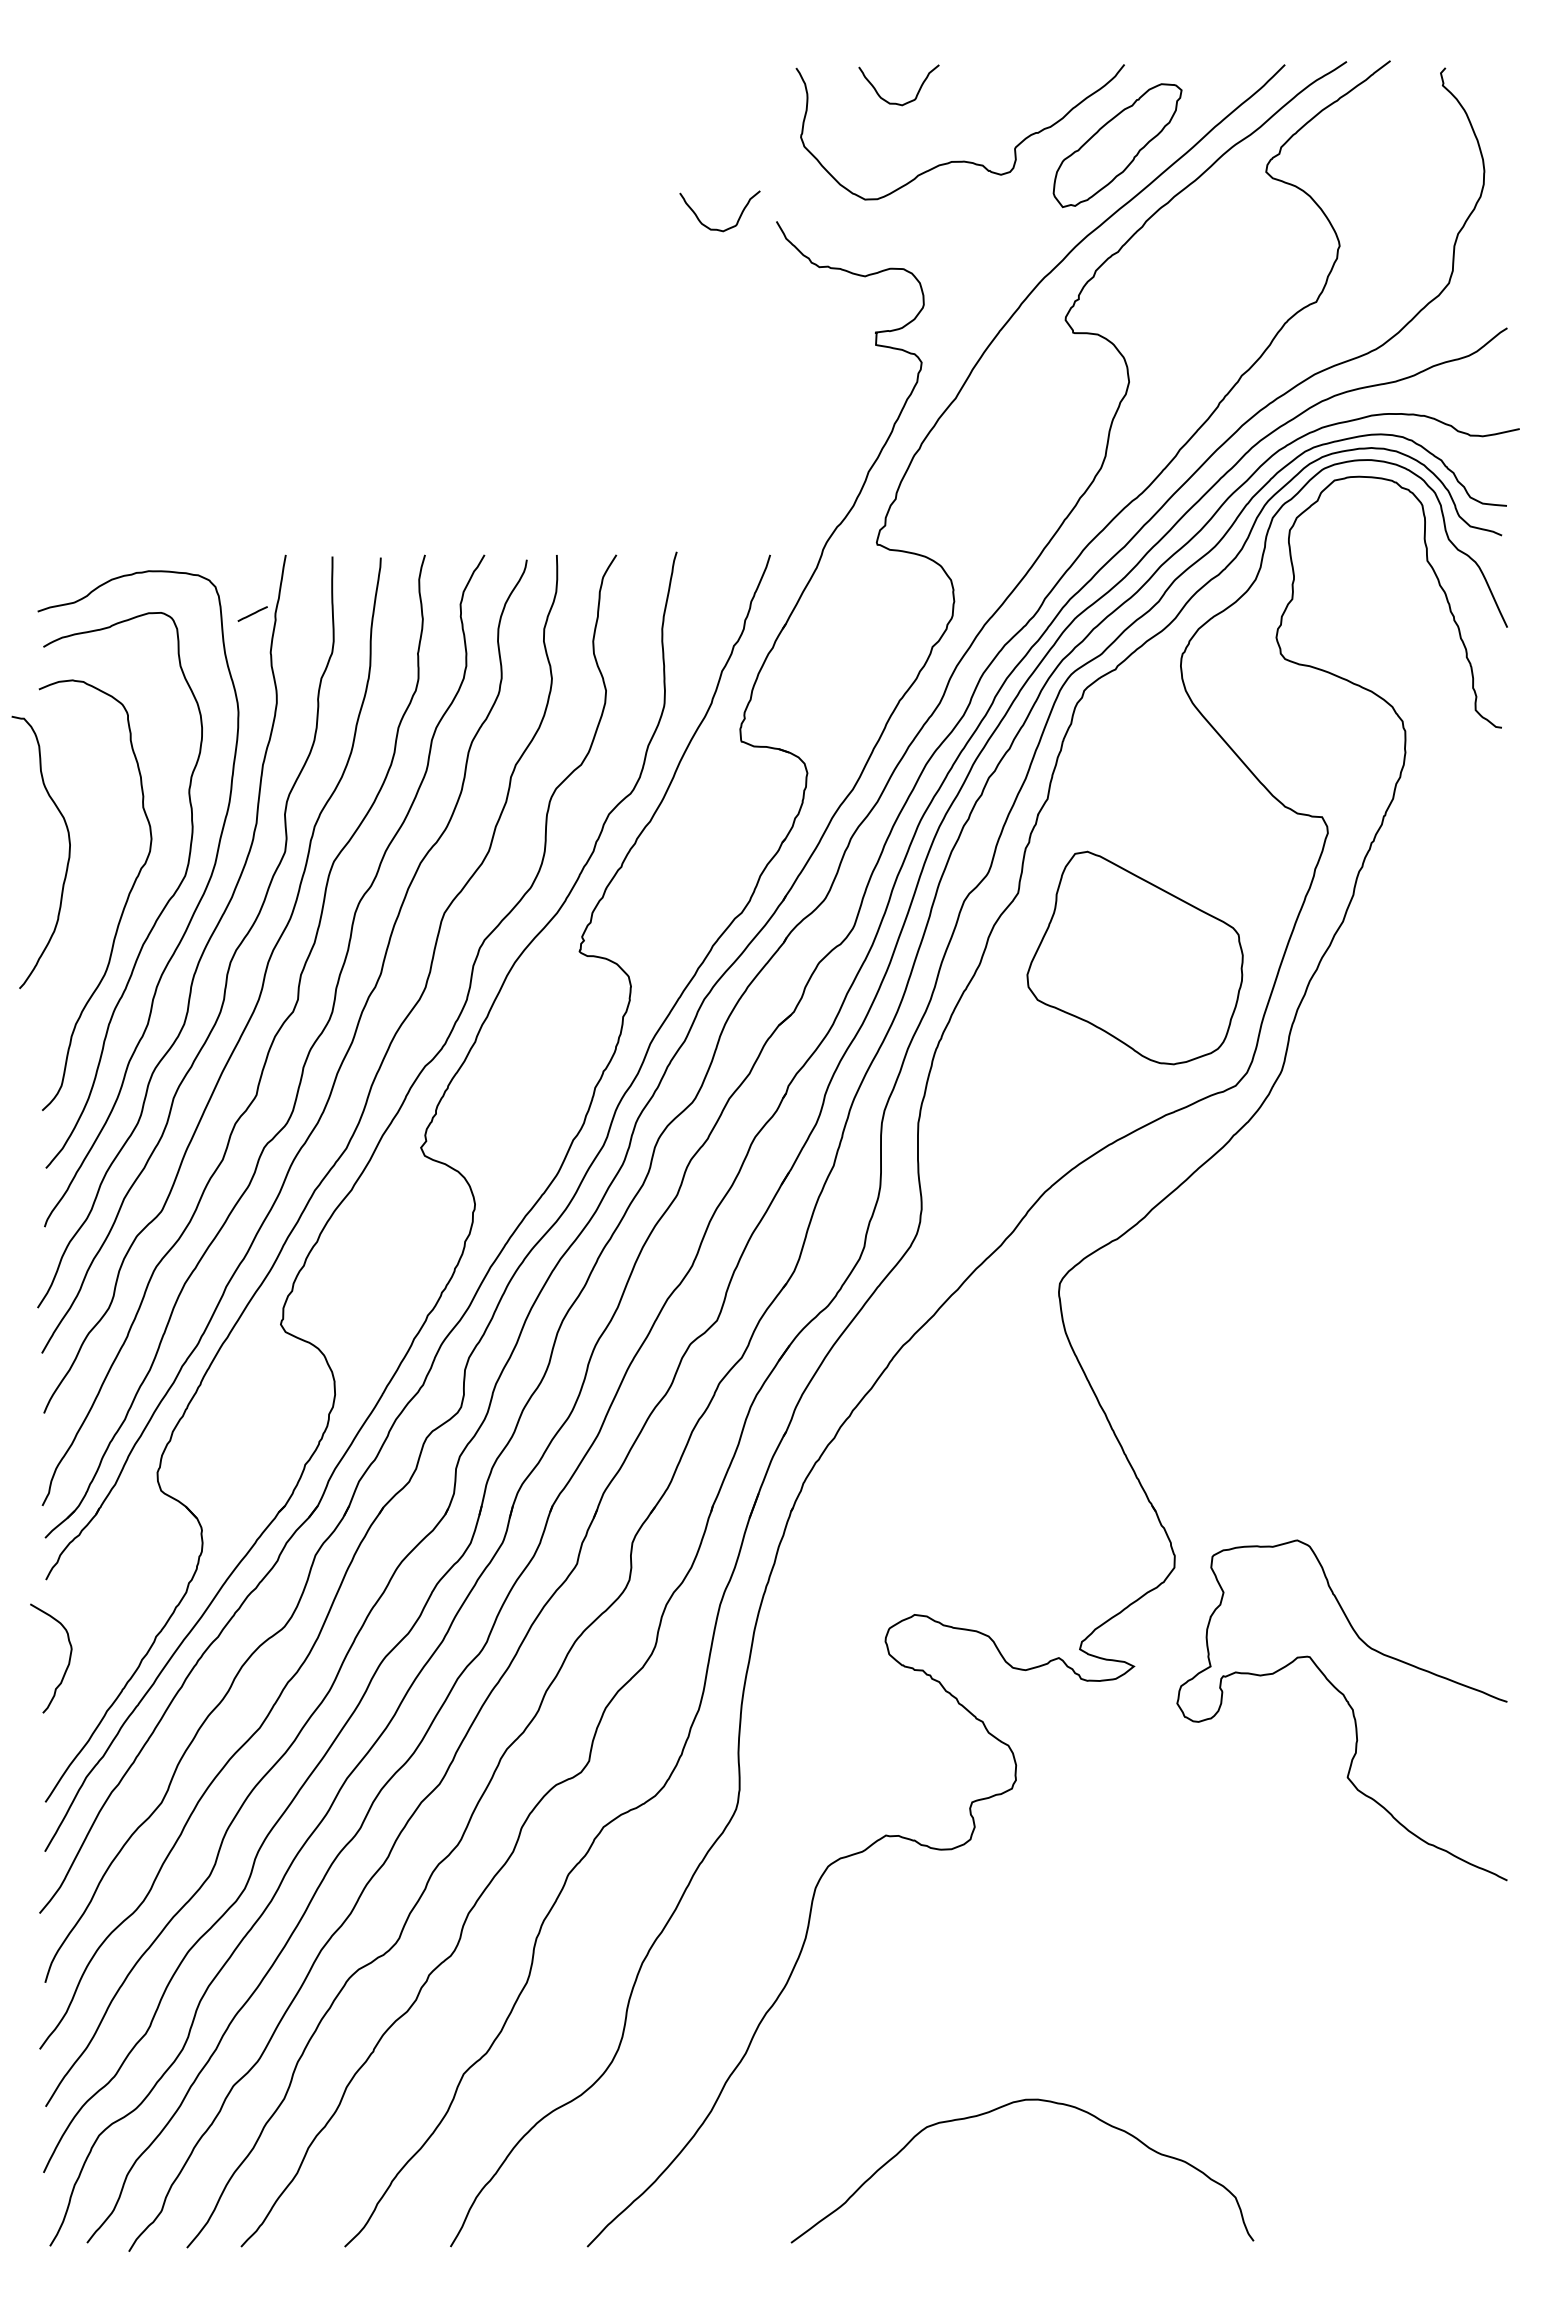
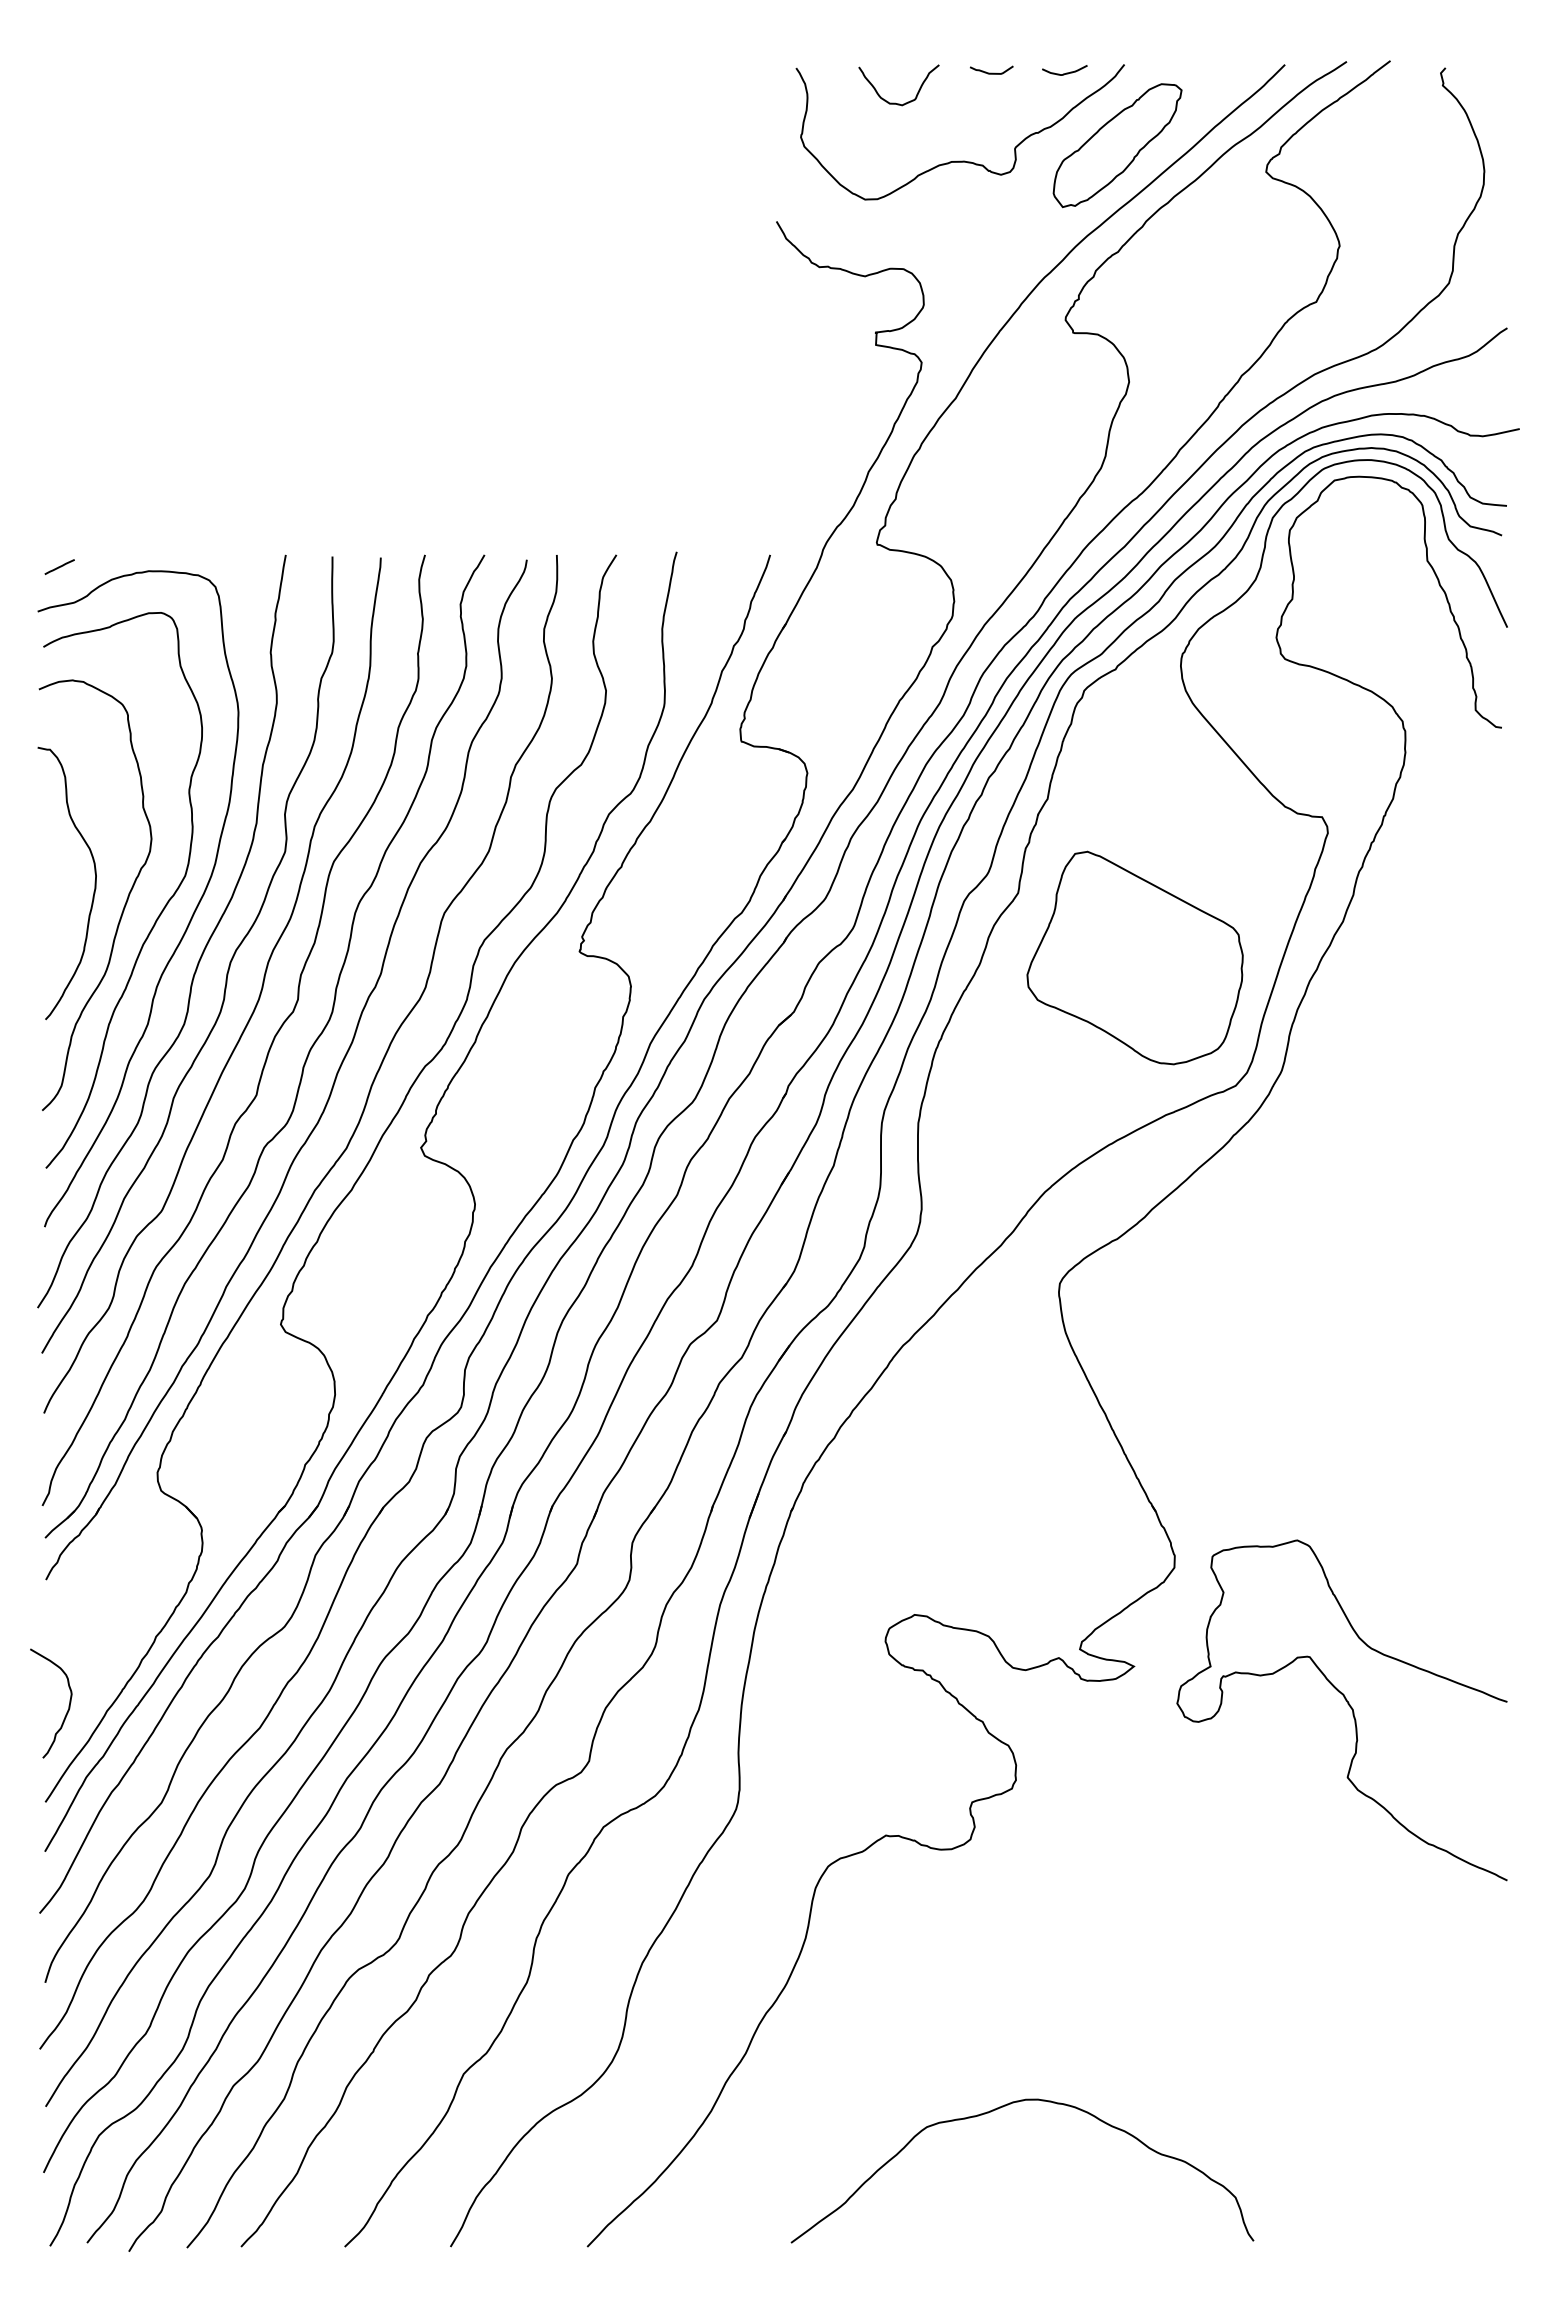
curve at (991, 72): none -> present
curve at (1066, 72): none -> present
curve at (716, 228): present -> none
line at (252, 613) position: (252, 613) -> (59, 566)
curve at (68, 852) position: (68, 852) -> (94, 883)
curve at (68, 1660) position: (68, 1660) -> (68, 1705)
